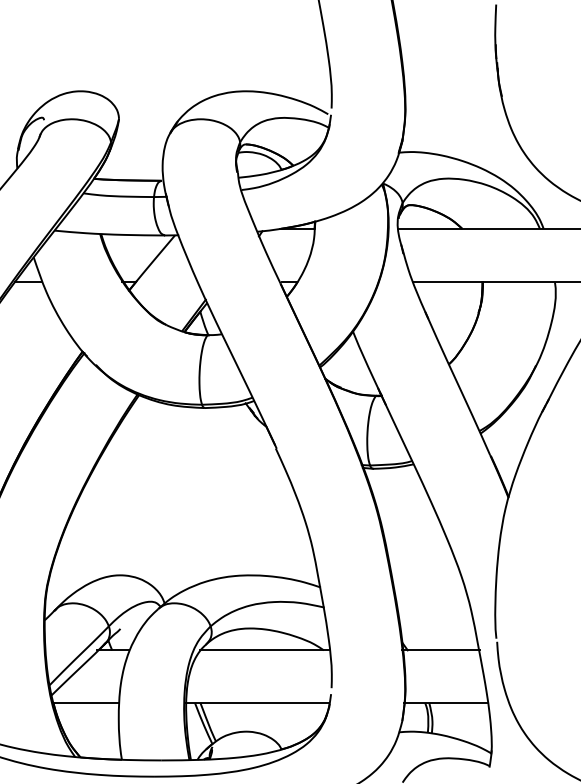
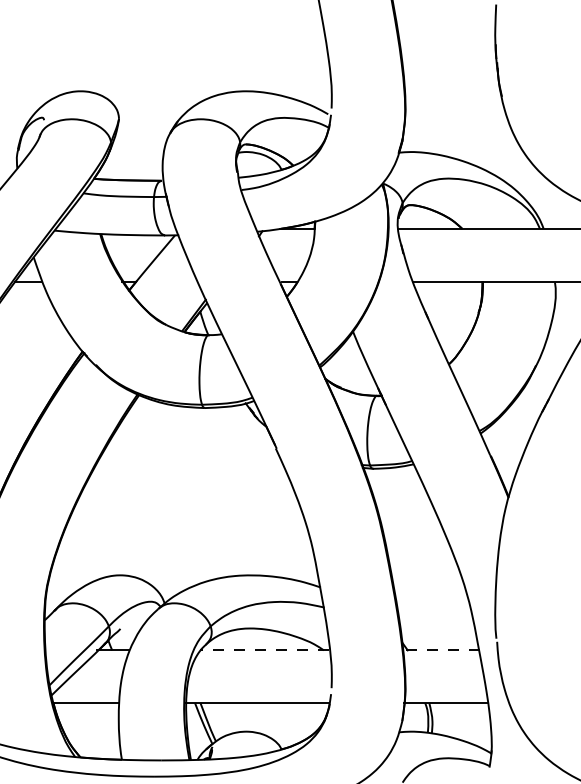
line at (264, 650): solid -> dashed
line at (440, 650): solid -> dashed
